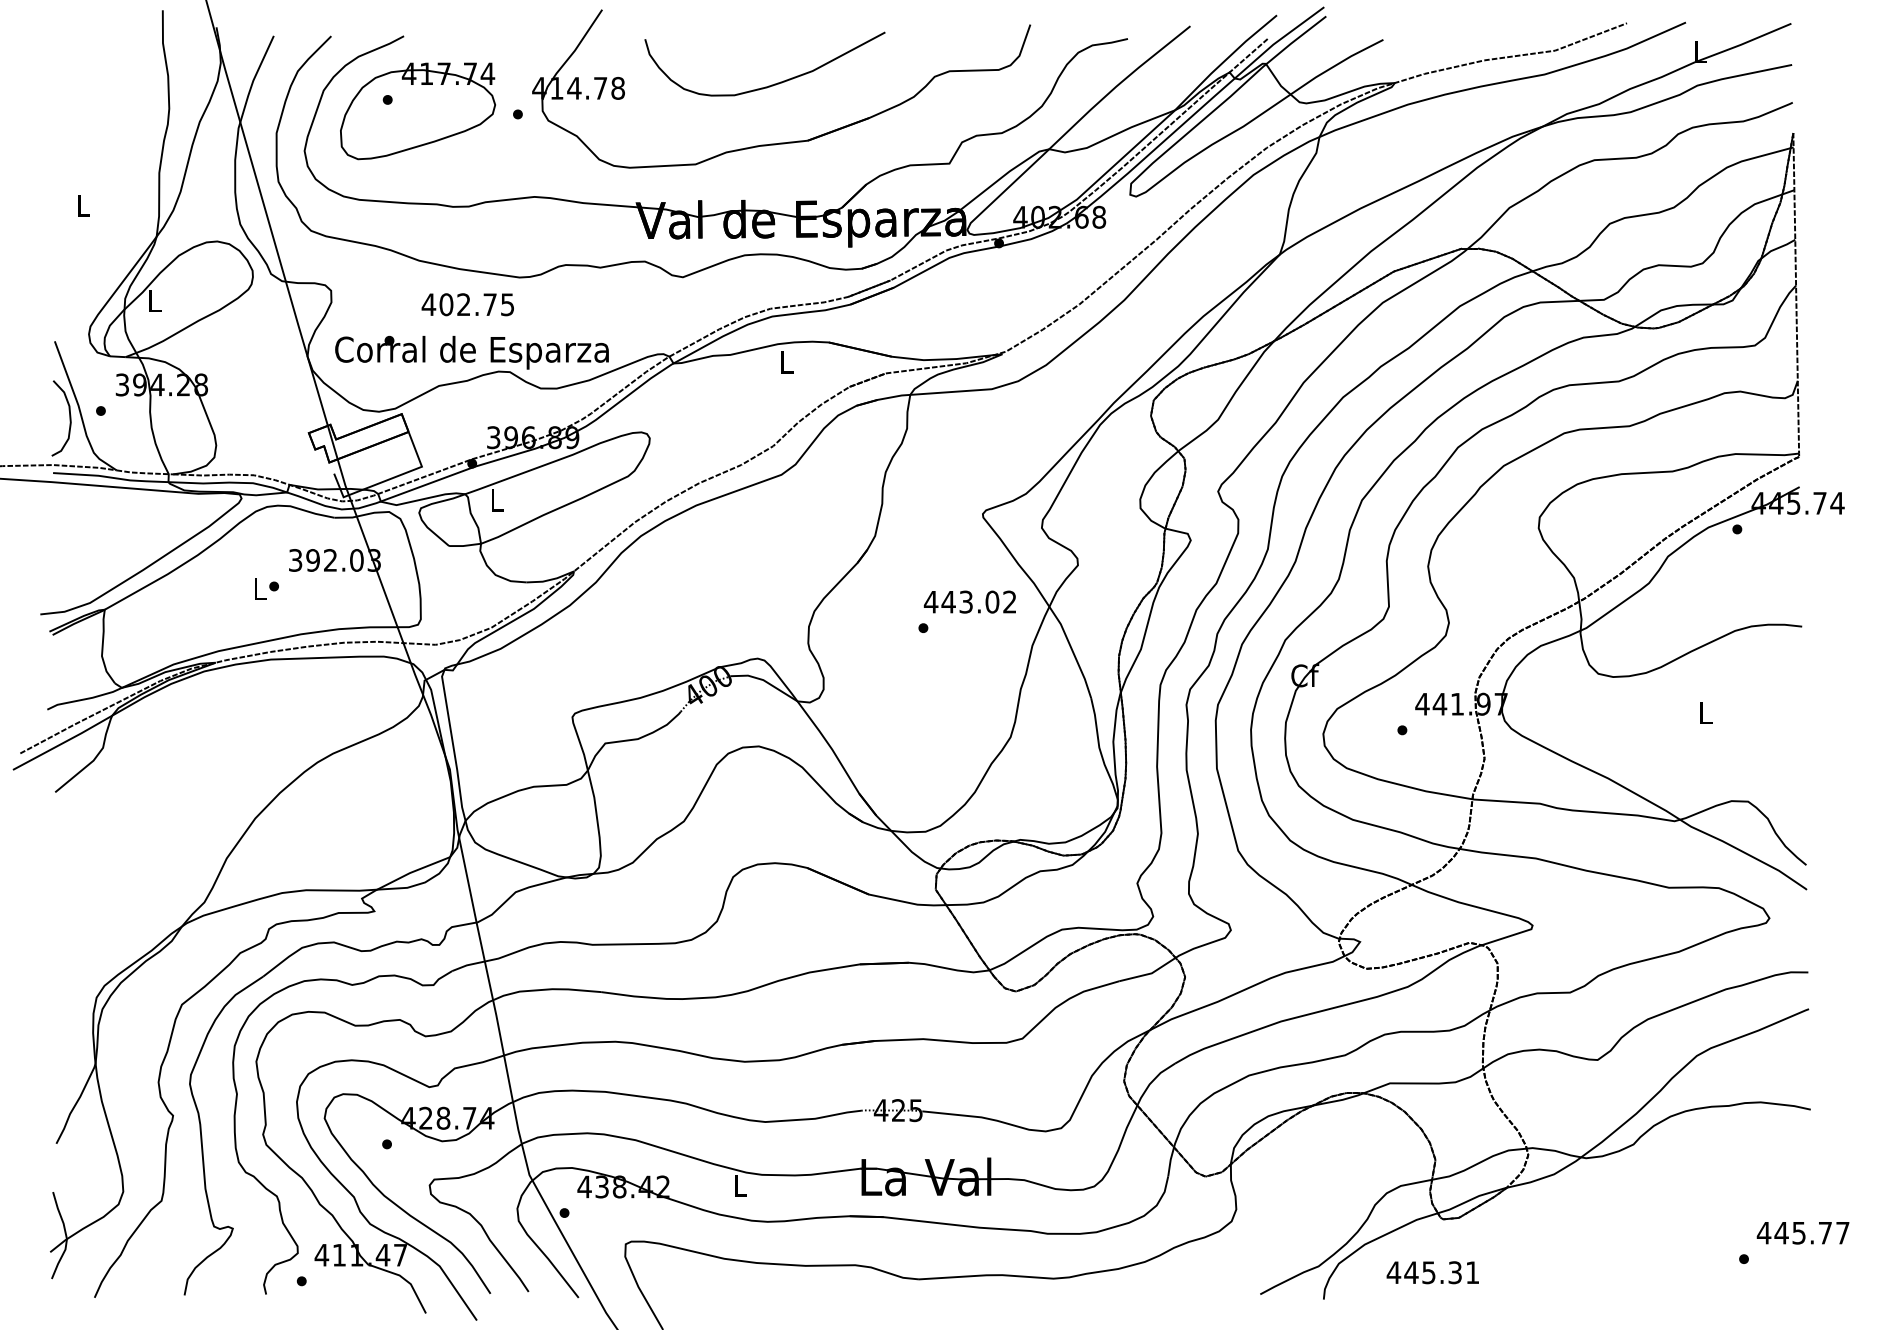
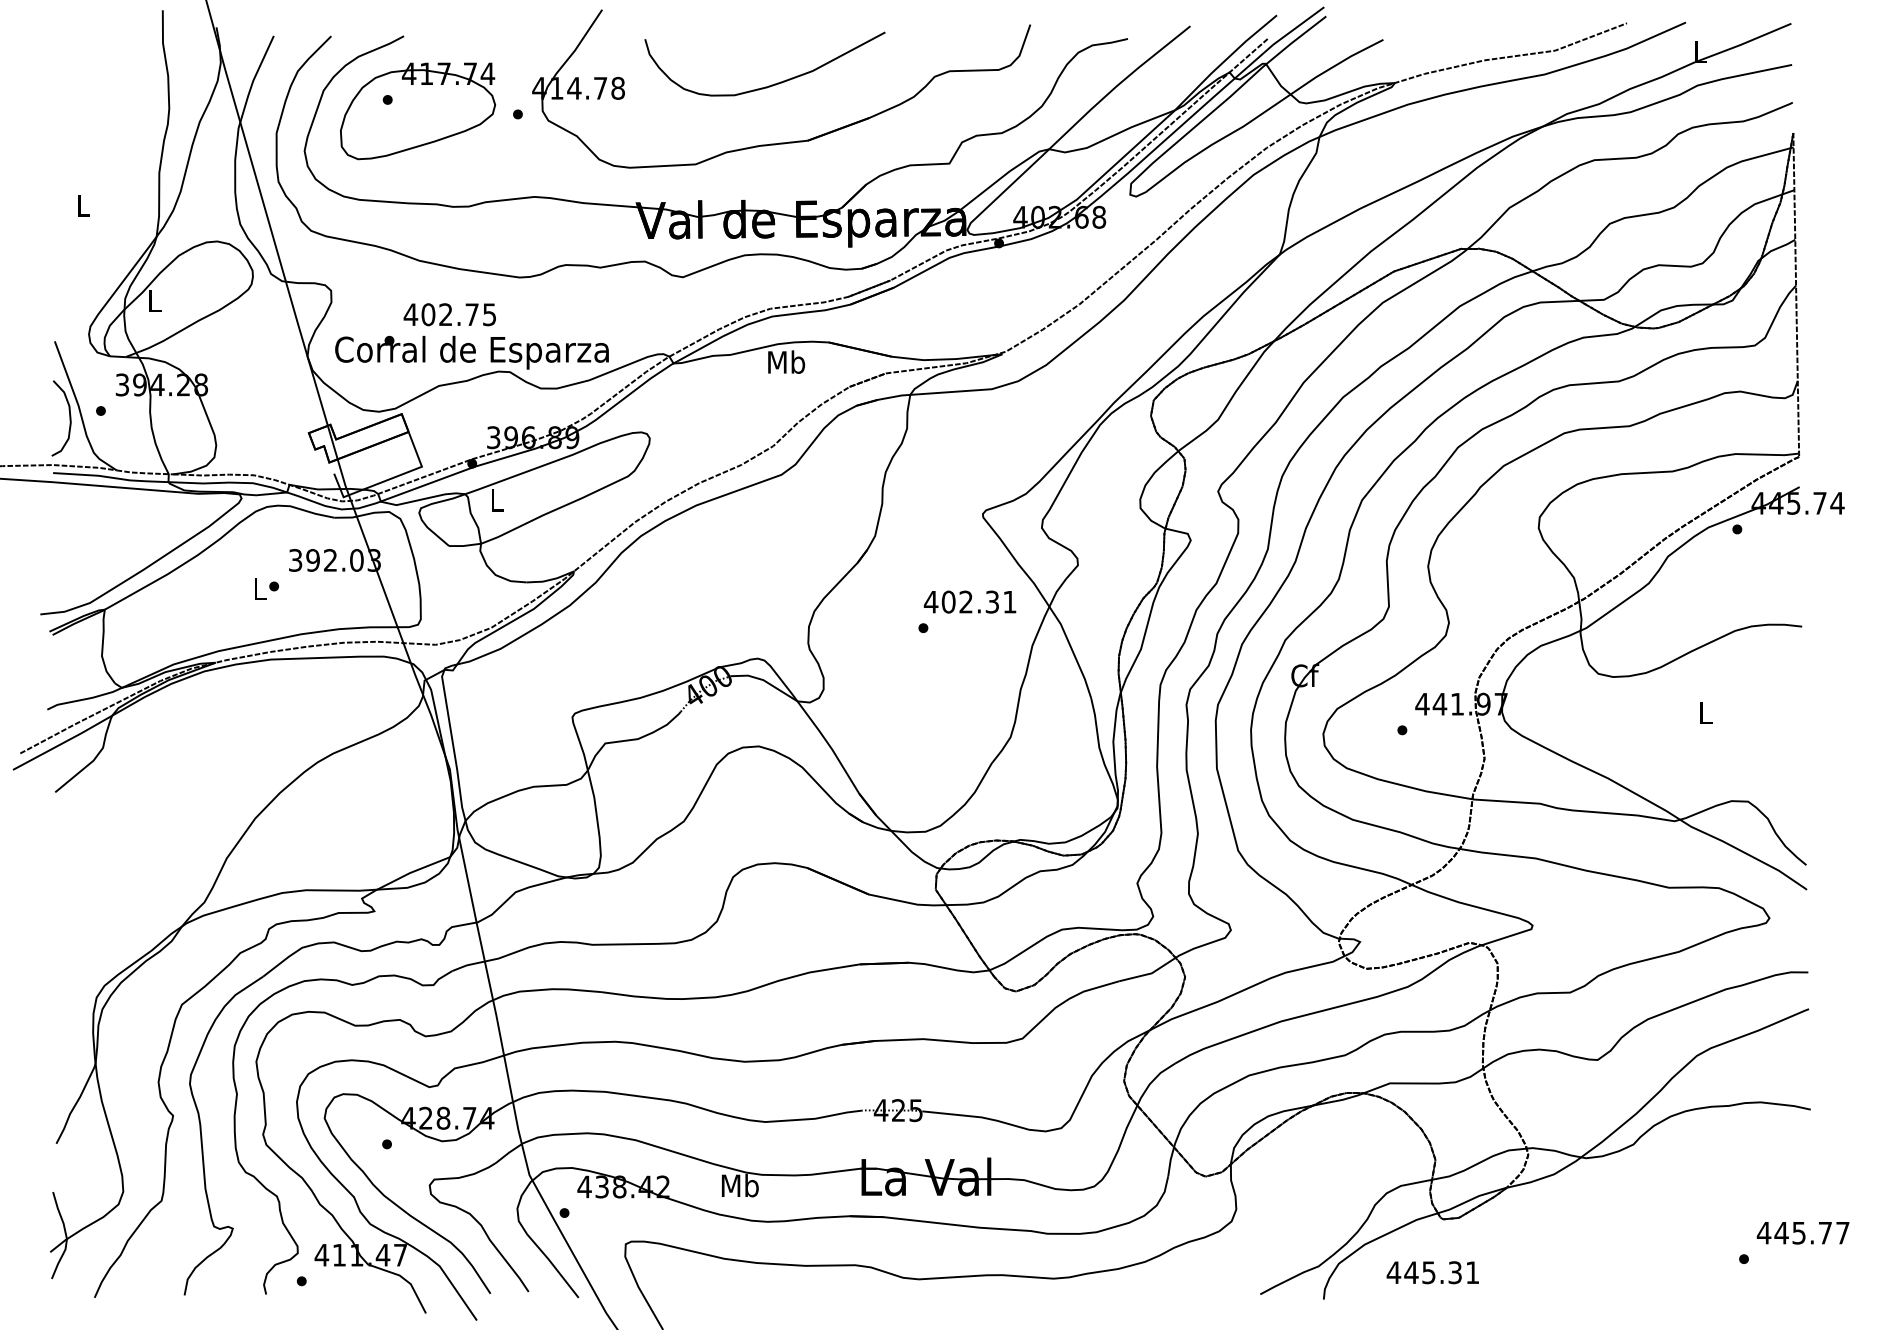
text at (467, 304) position: (467, 304) -> (449, 314)
text at (786, 361): L -> Mb
text at (978, 601): 443.02 -> 402.31
text at (739, 1185): L -> Mb
